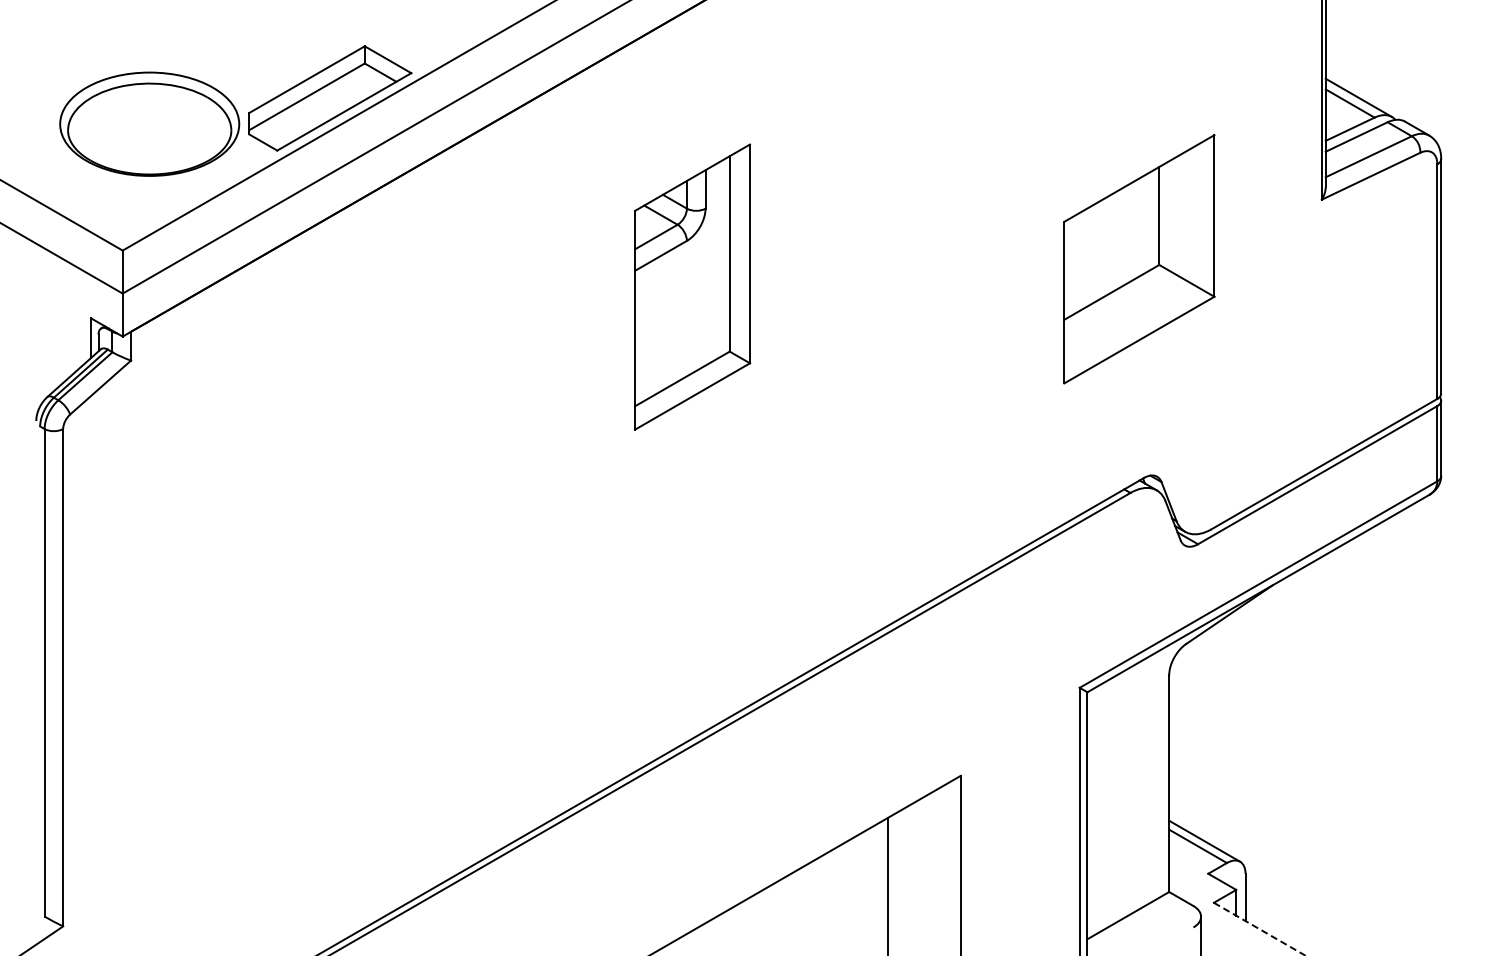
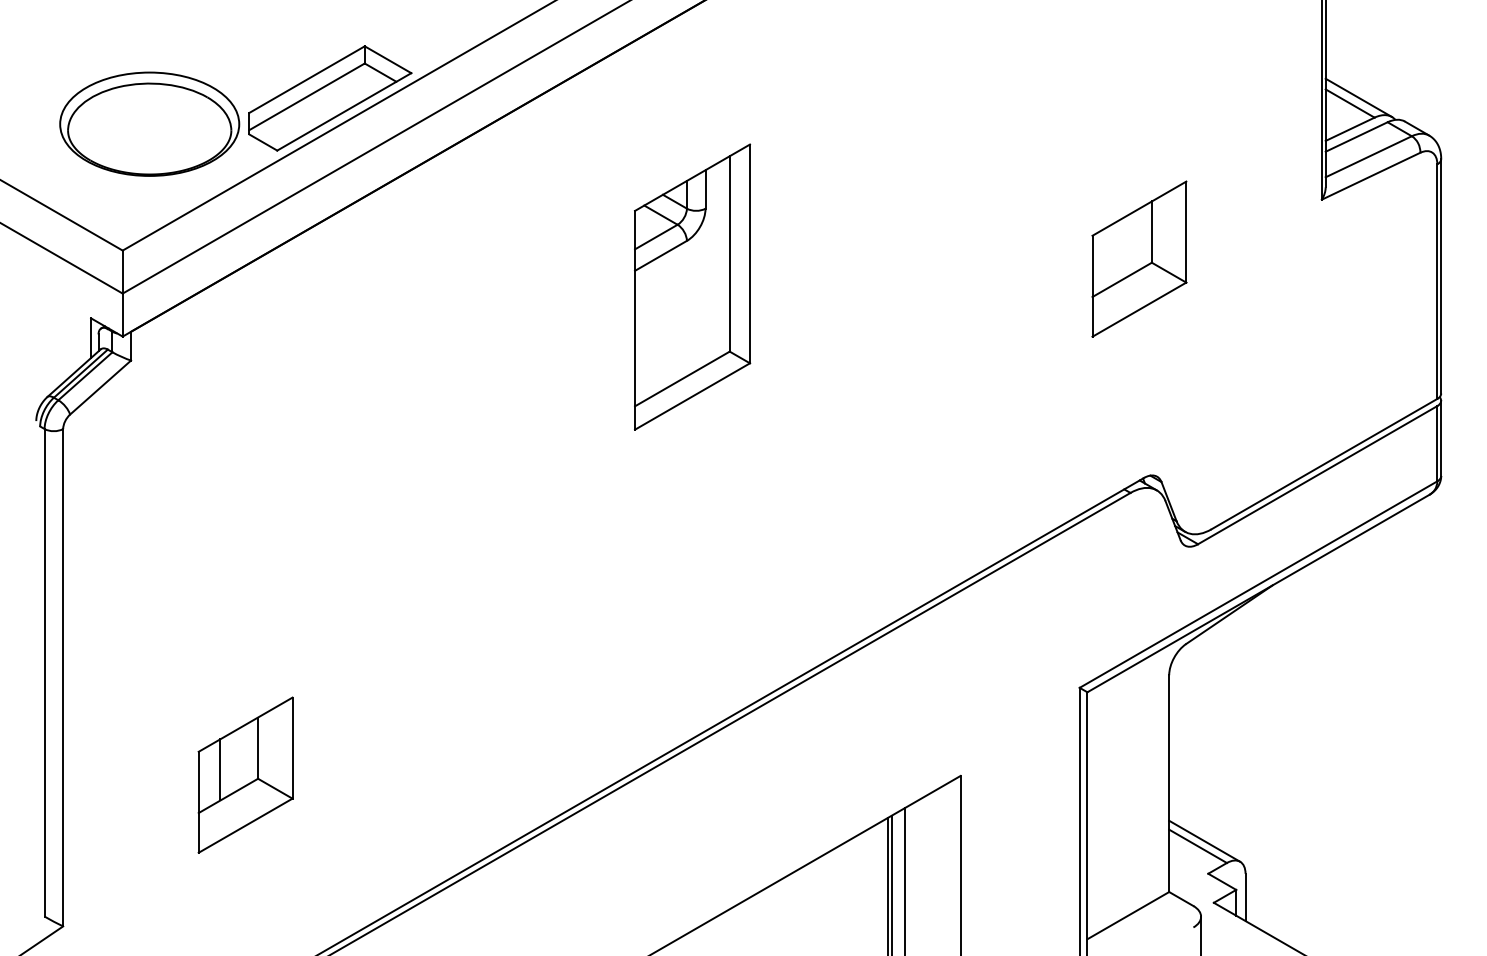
part at (1139, 259) size: 153x251 px -> 97x158 px
part at (245, 774): none -> present
line at (904, 880): none -> present
line at (891, 883): none -> present
line at (1260, 929): dashed -> solid
